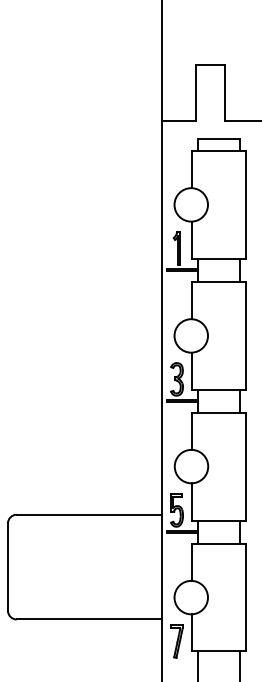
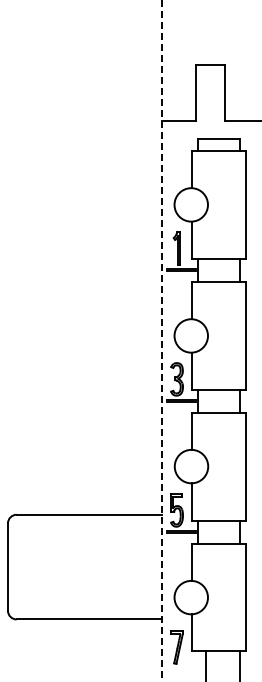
line at (162, 340): solid -> dashed
part at (176, 641) position: (176, 641) -> (176, 647)
line at (197, 664) position: (197, 664) -> (205, 664)
